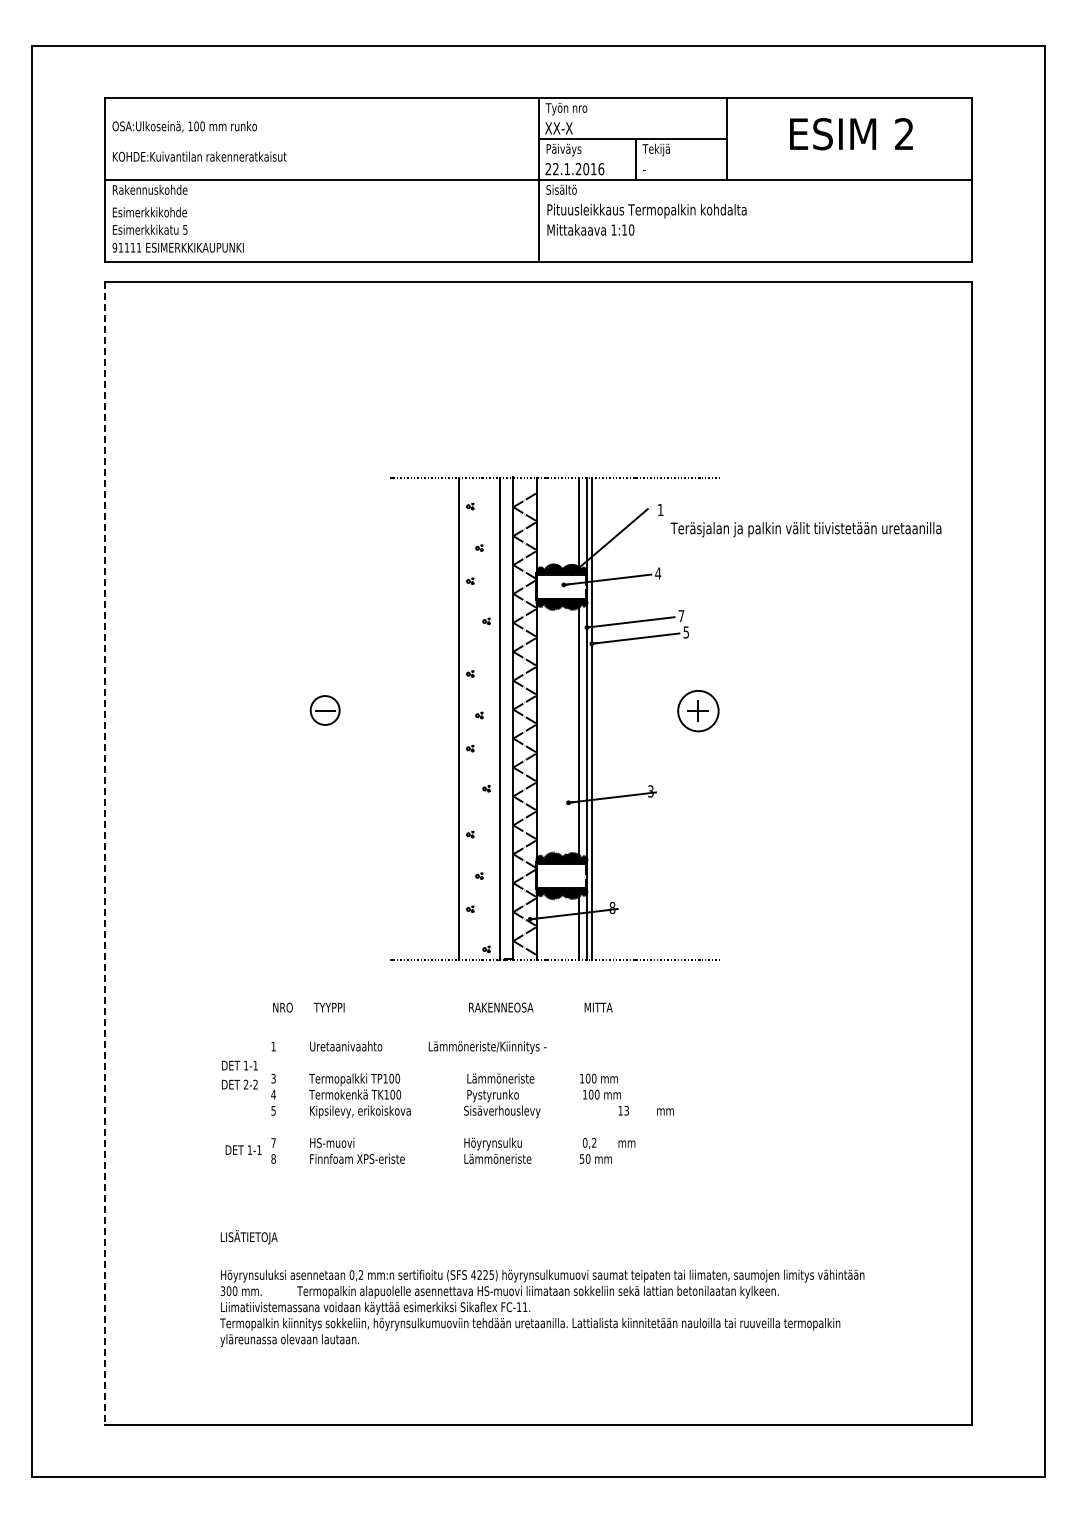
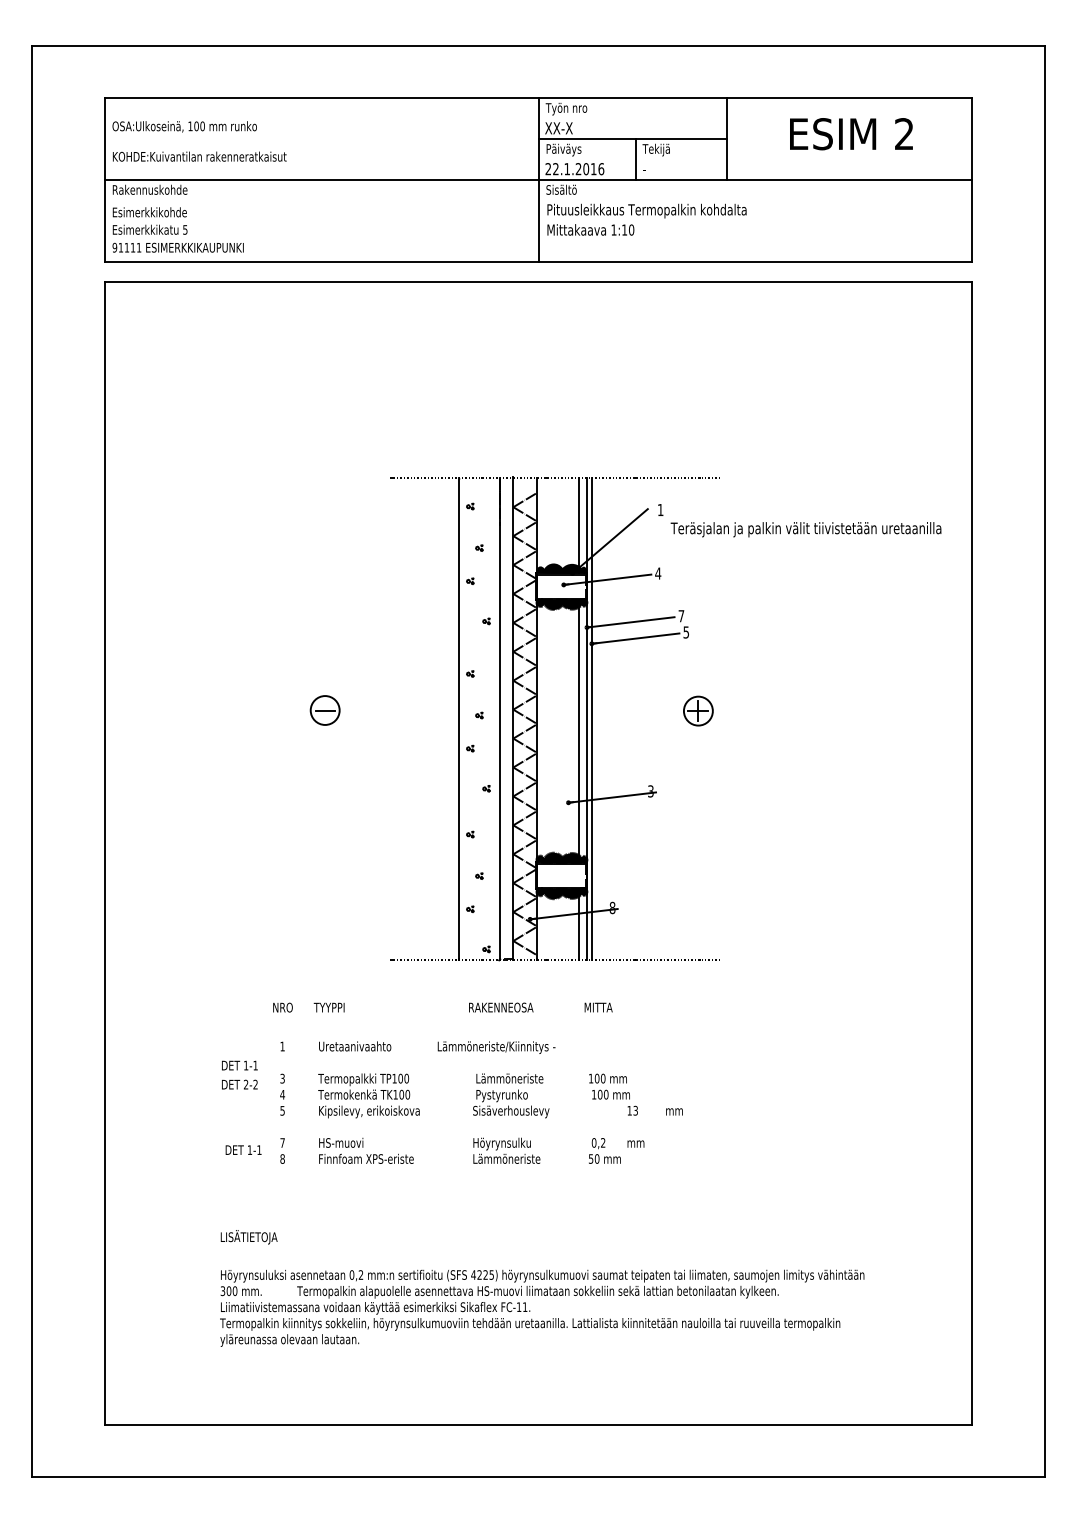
circle at (698, 710) diameter: 40 px -> 29 px
line at (104, 853): dashed -> solid
text at (472, 1102) position: (472, 1102) -> (481, 1102)
